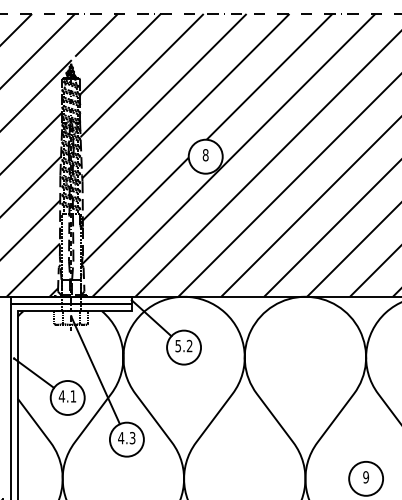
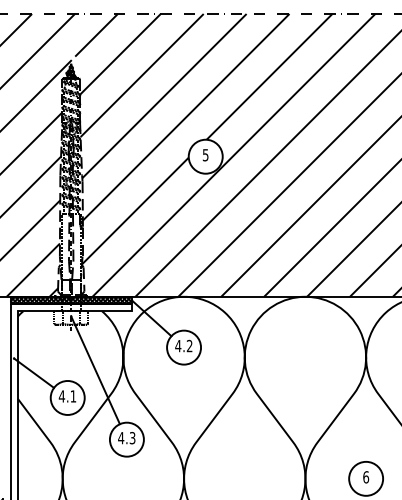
text at (205, 155): 8 -> 5
hatch at (70, 300): none -> present
text at (178, 346): 5.2 -> 4.2
text at (366, 477): 9 -> 6
